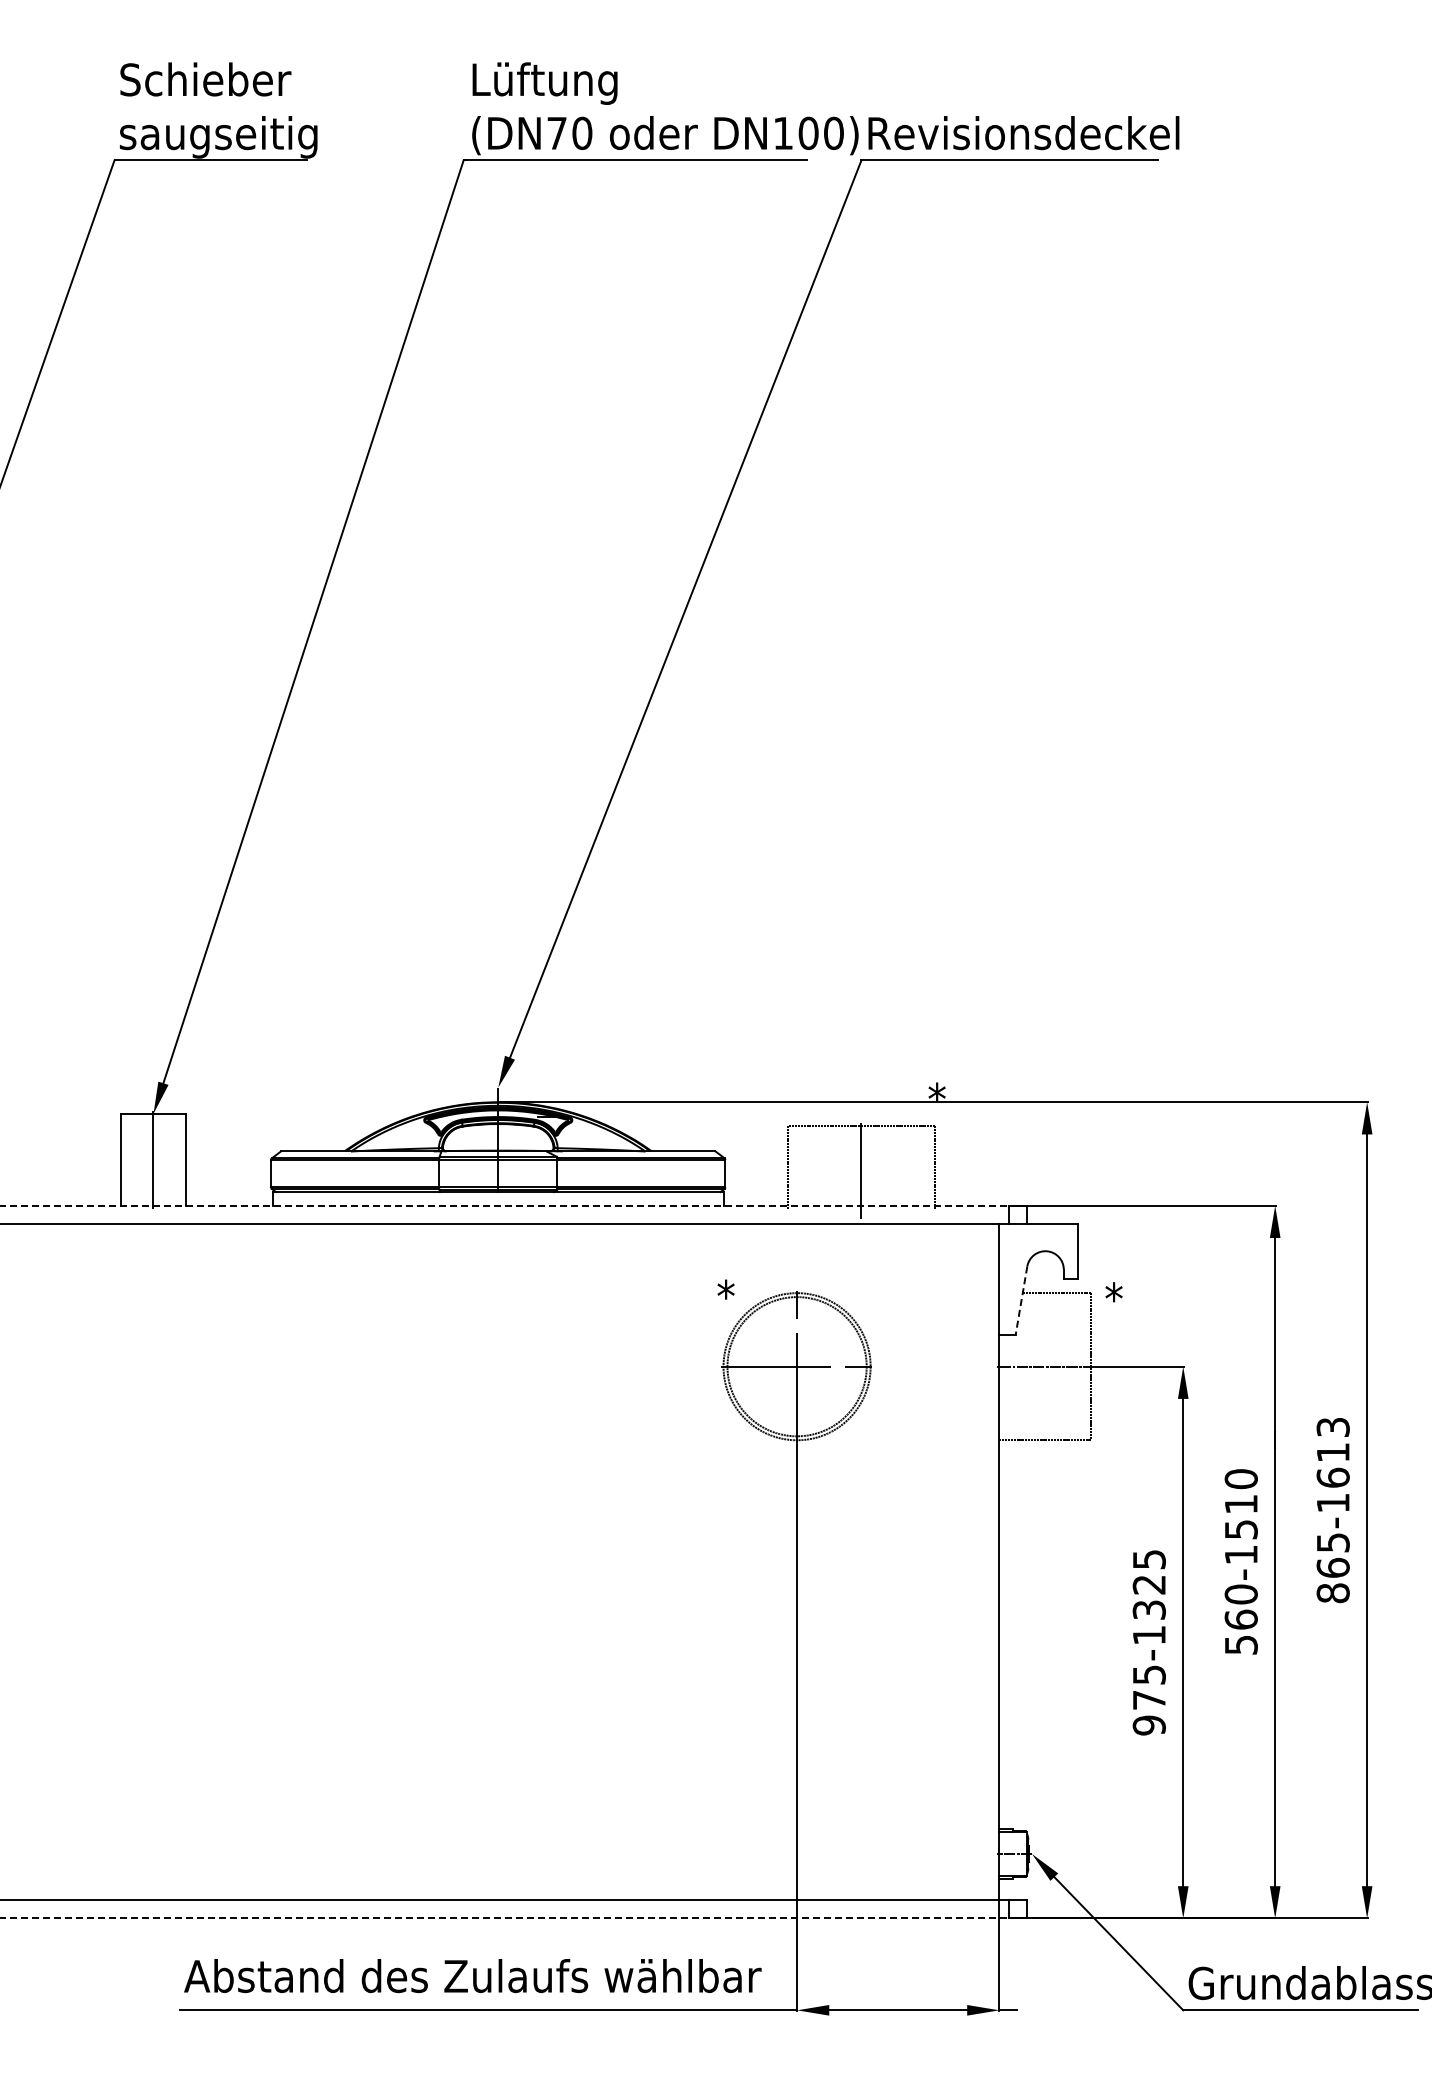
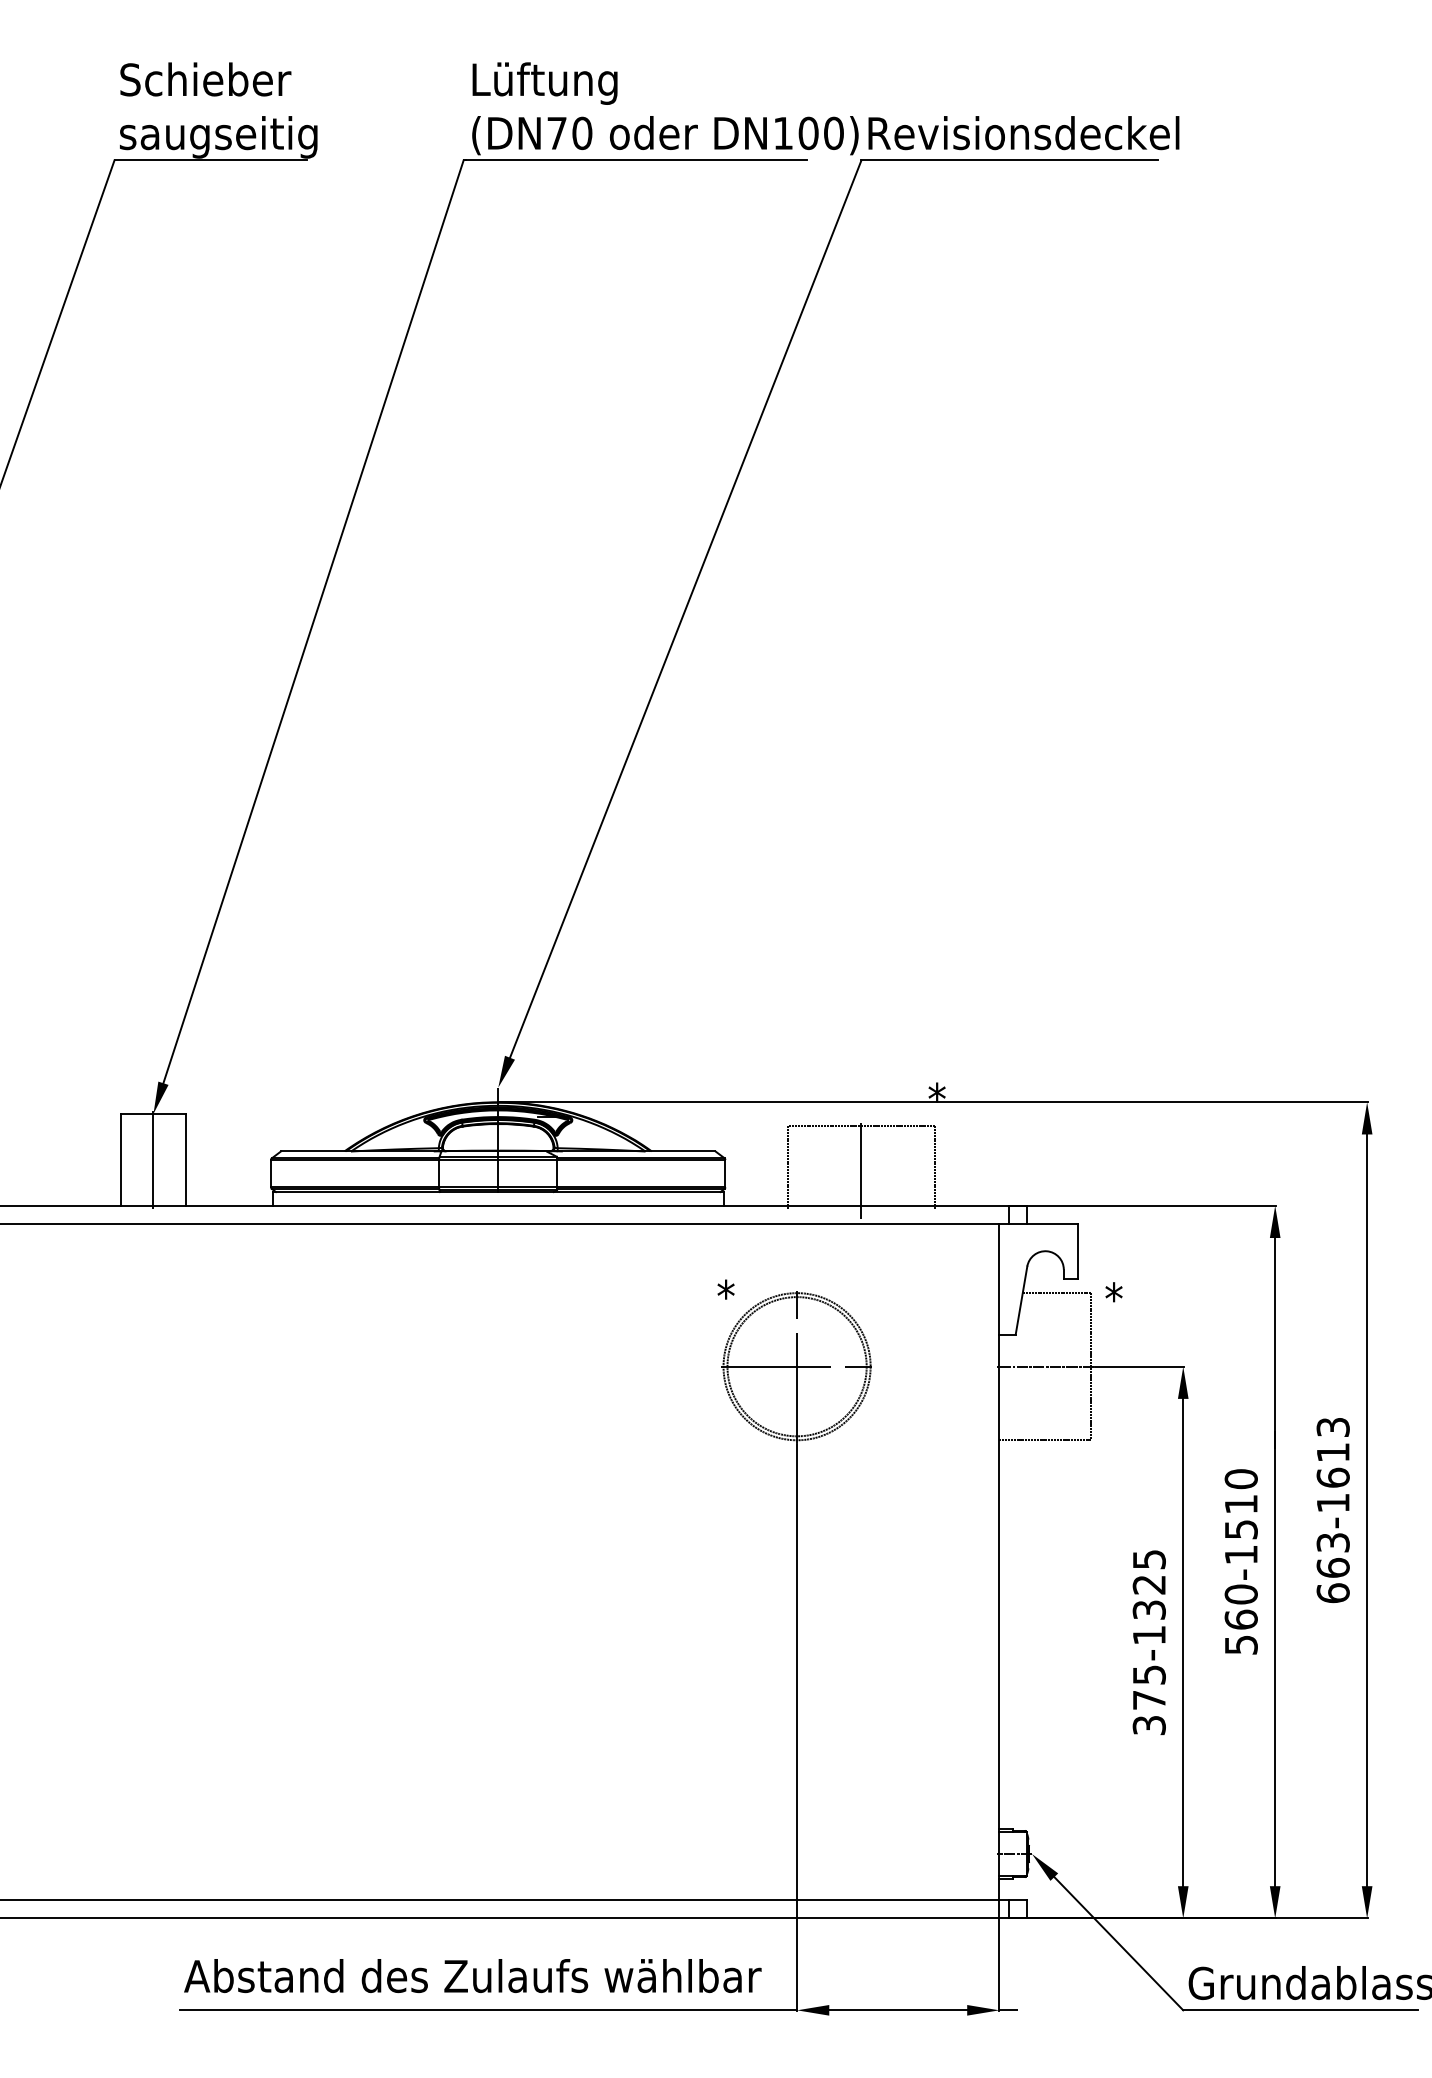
line at (504, 1205): dashed -> solid
line at (1021, 1301): dashed -> solid
text at (1332, 1568): 865-1613 -> 663-1613
text at (1148, 1725): 975-1325 -> 375-1325
line at (504, 1918): dashed -> solid
